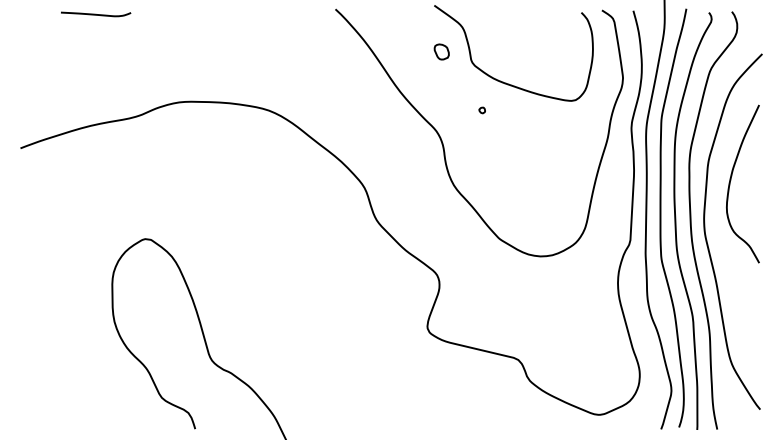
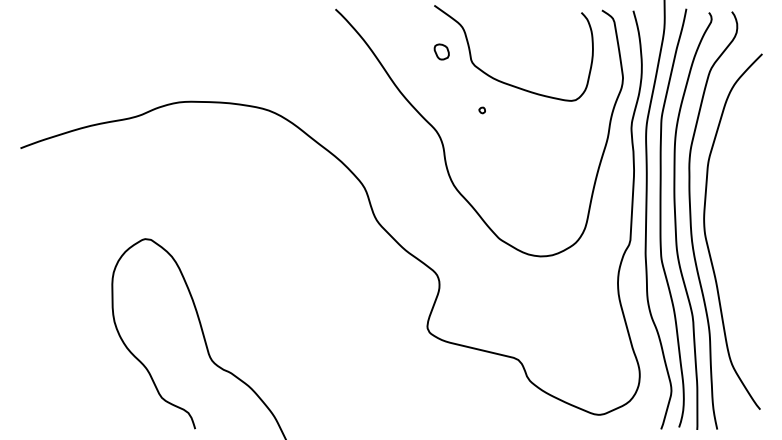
curve at (96, 14): present -> none
curve at (731, 180): present -> none
